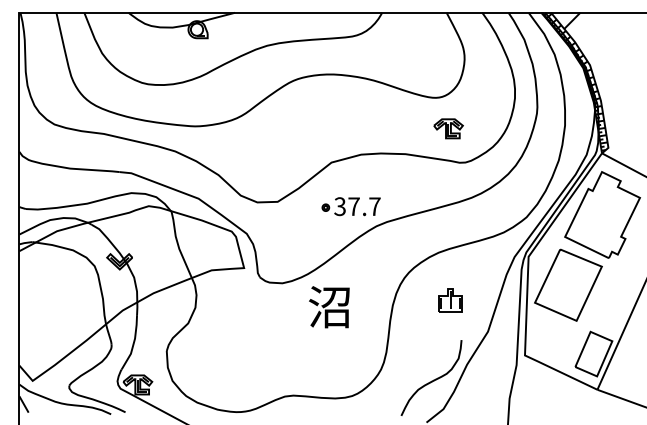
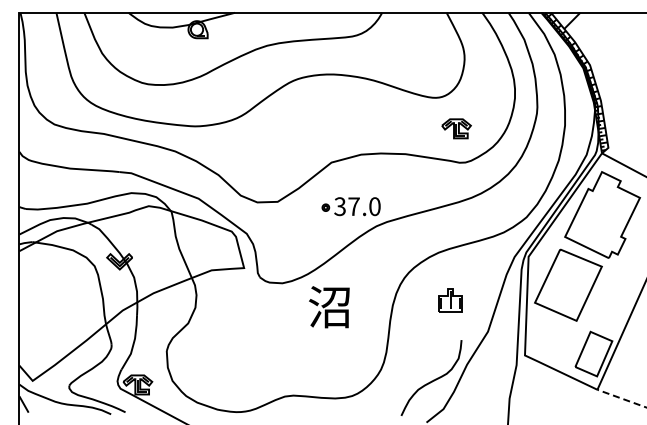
part at (448, 128) position: (448, 128) -> (456, 128)
text at (374, 206): 37.7 -> 37.0
line at (621, 398): solid -> dashed
